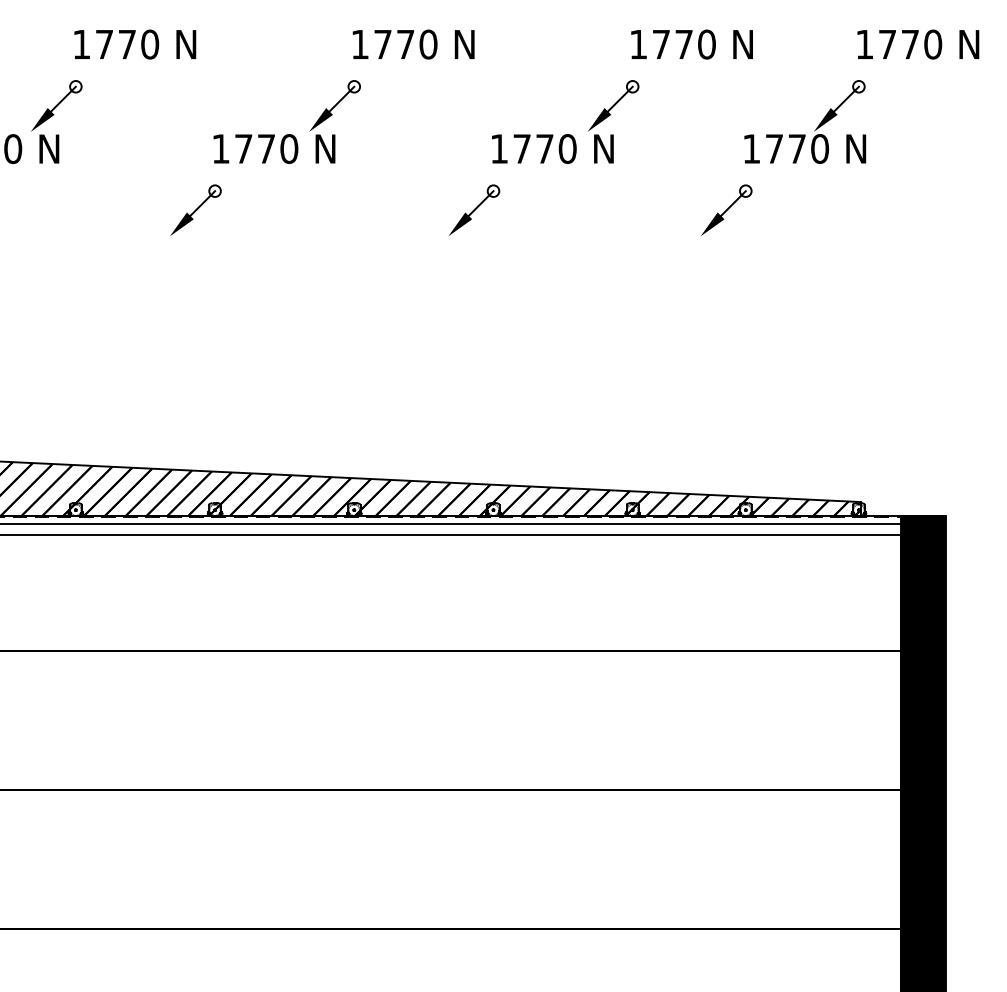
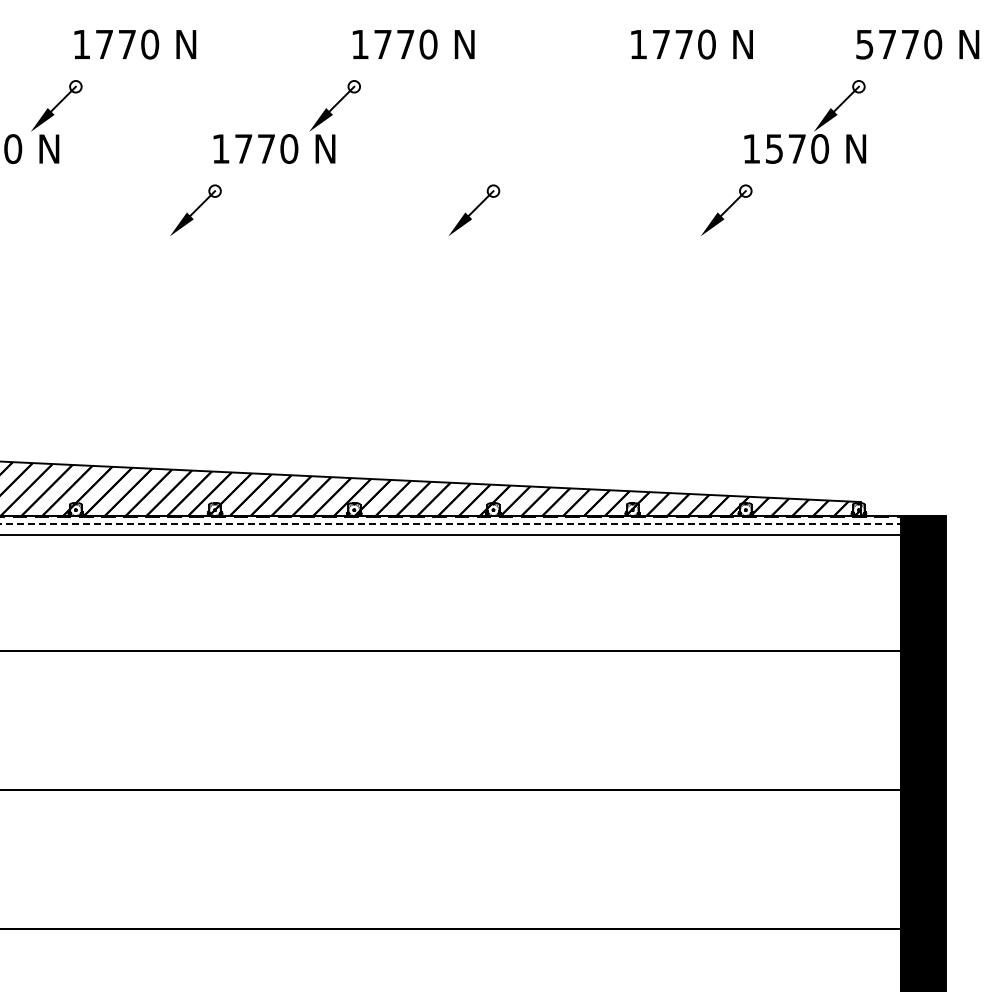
text at (864, 44): 1770 -> 5770
part at (565, 134): present -> none
text at (774, 148): 1770 -> 1570
line at (473, 524): solid -> dashed
